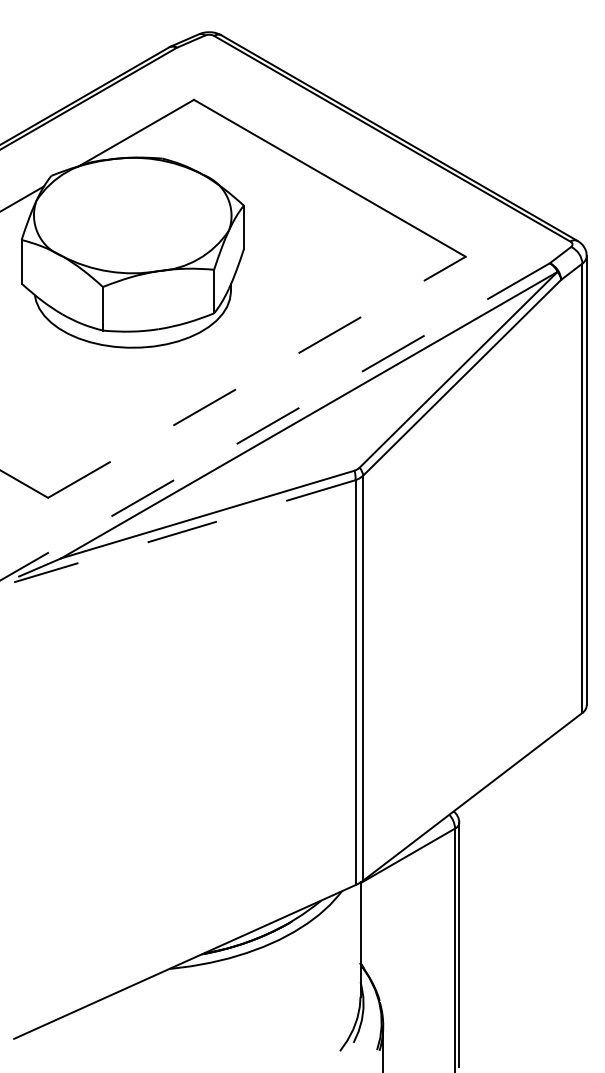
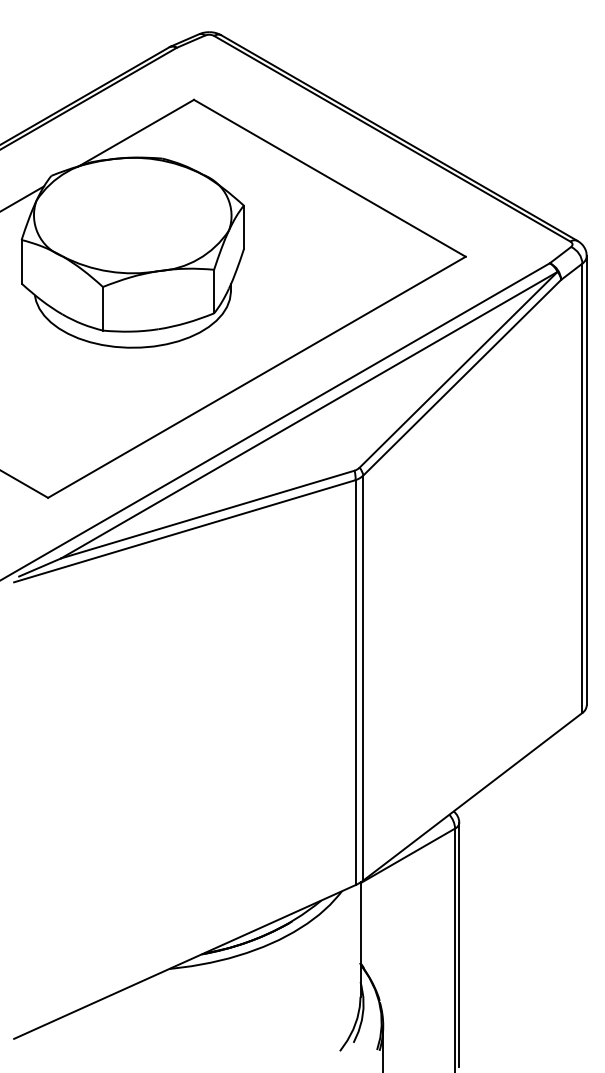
line at (257, 377): dashed -> solid
line at (274, 422): dashed -> solid
line at (184, 531): dashed -> solid
